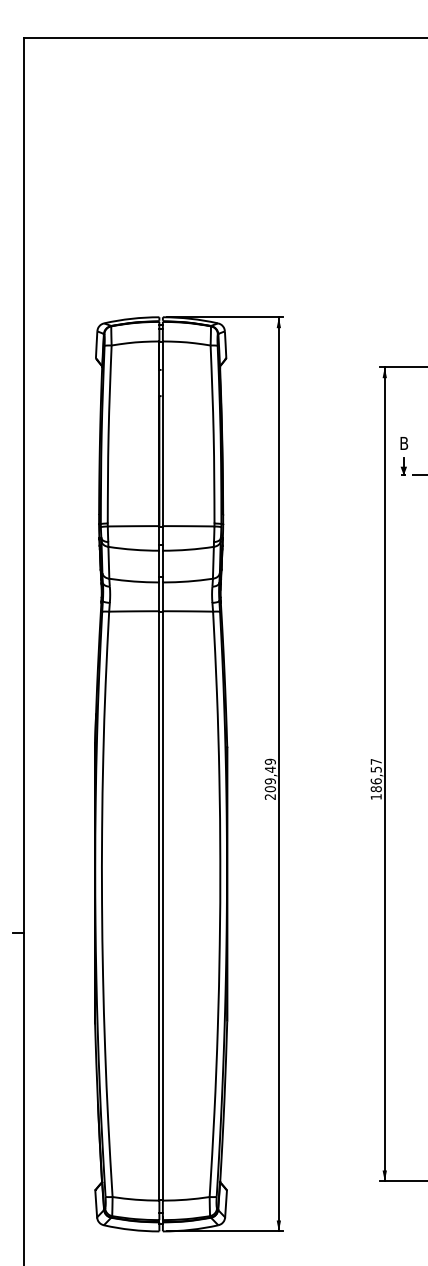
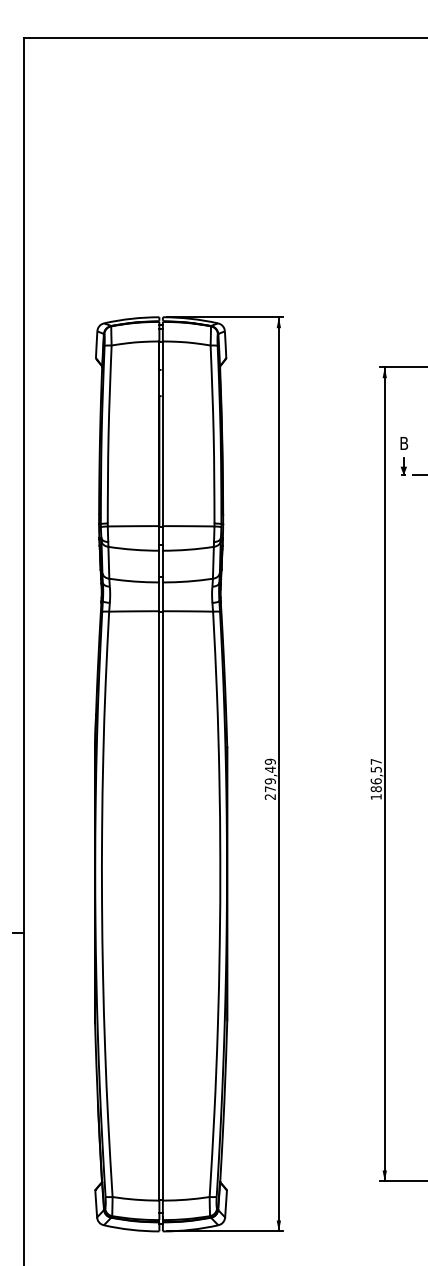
text at (269, 789): 209,49 -> 279,49
